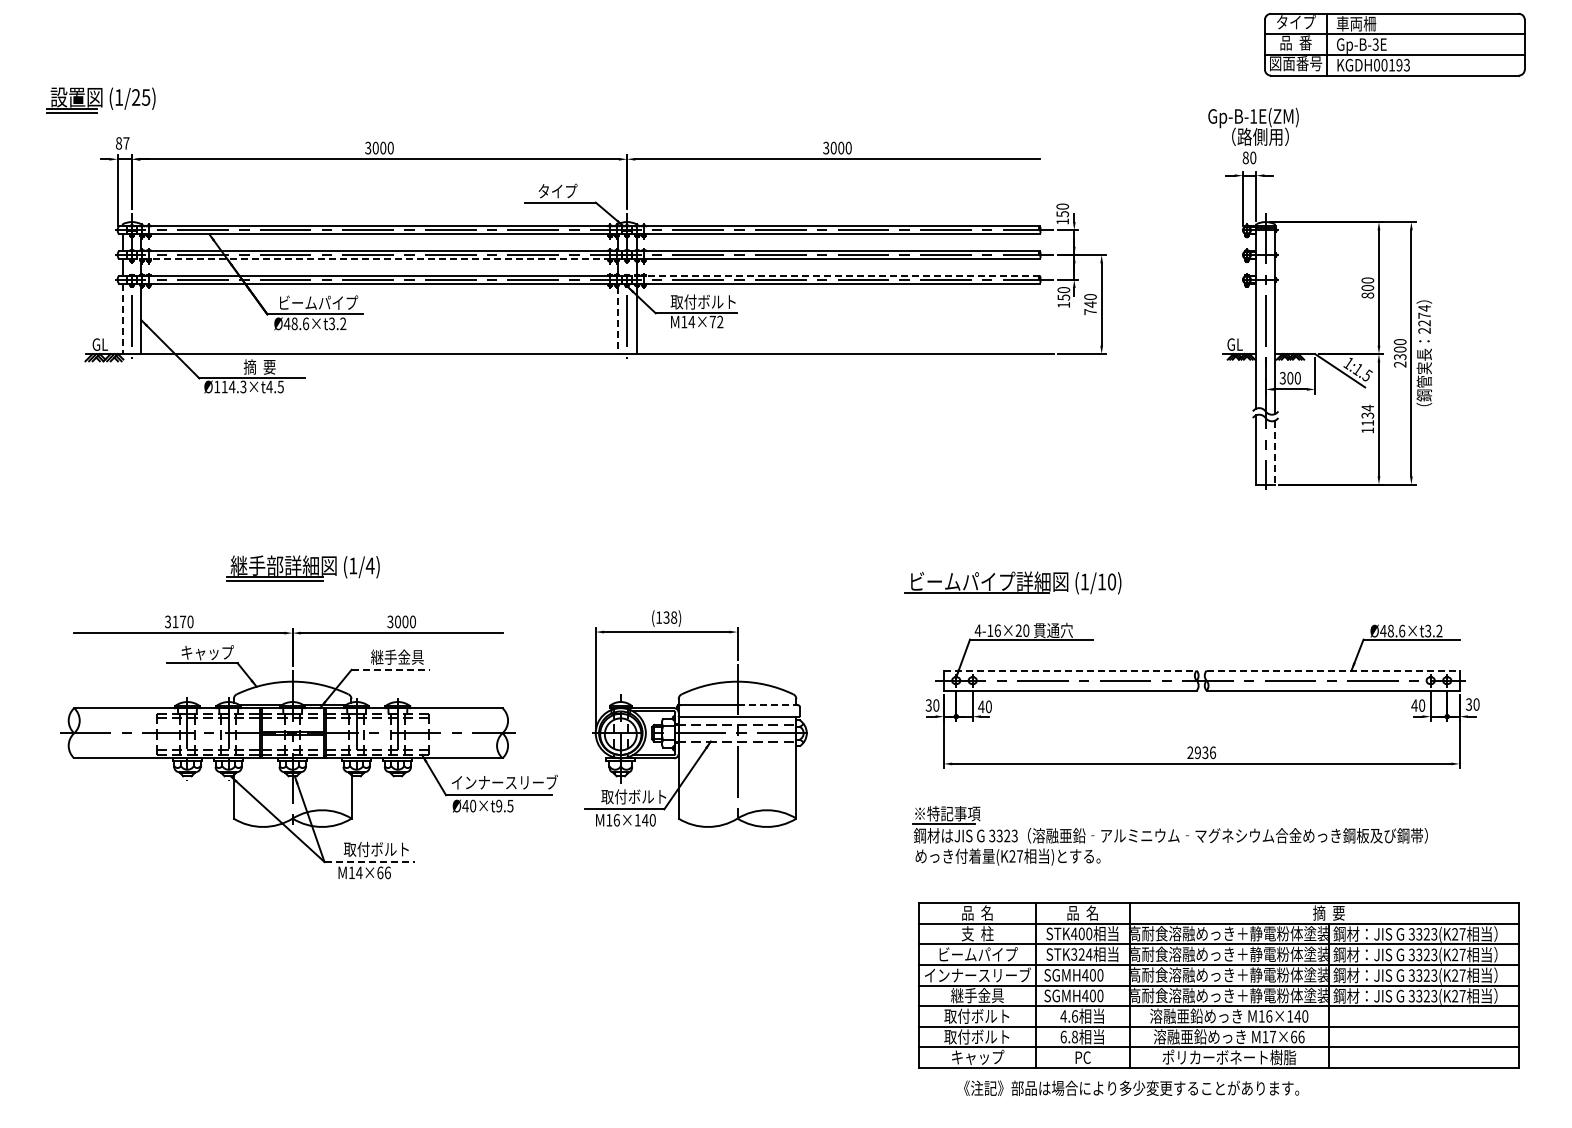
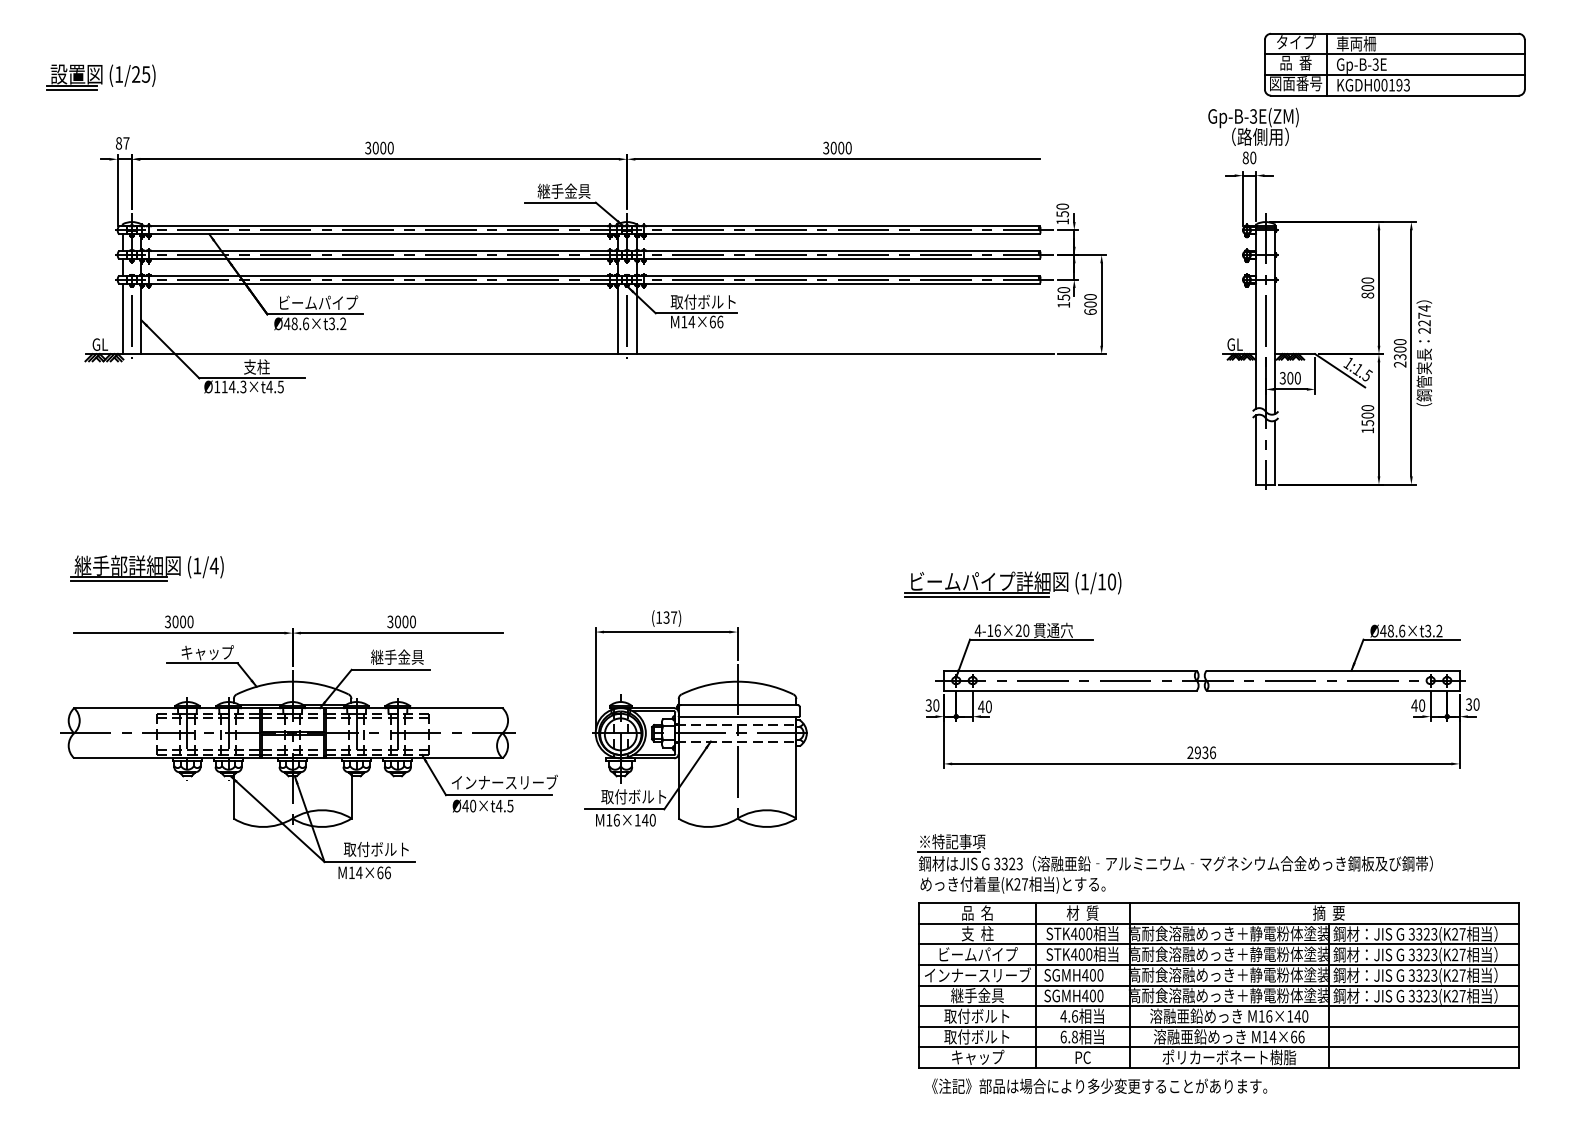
part at (1394, 44) position: (1394, 44) -> (1394, 64)
part at (100, 100) position: (100, 100) -> (100, 77)
text at (1253, 116): Gp-B-1E(ZM) -> Gp-B-3E(ZM)
text at (563, 190): タイプ -> 継手金具
line at (379, 259): dashed -> solid
line at (836, 275): dashed -> solid
text at (1090, 307): 740 -> 600
line at (122, 319): dashed -> solid
line at (617, 320): dashed -> solid
text at (716, 321): M14×72 -> M14×66
text at (259, 366): 摘  要 -> 支柱
text at (1367, 415): 1134 -> 1500
line at (1275, 452): dashed -> solid
part at (302, 568) position: (302, 568) -> (146, 568)
line at (976, 597): none -> present
text at (674, 617): (138) -> (137)
text at (179, 621): 3170 -> 3000
line at (391, 669): dashed -> solid
line at (1070, 670): dashed -> solid
line at (1333, 670): dashed -> solid
line at (768, 705): dashed -> solid
text at (498, 805): Ø40×t9.5 -> Ø40×t4.5
part at (1169, 835) position: (1169, 835) -> (1174, 863)
line at (370, 861): dashed -> solid
text at (1082, 912): 品  名 -> 材  質
text at (1081, 954): STK324 -> STK400
text at (1272, 1036): M17×66 -> M14×66
text at (1131, 1087) position: (1131, 1087) -> (1099, 1085)
